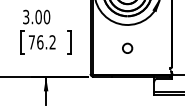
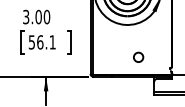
text at (41, 42): 76.2 -> 56.1
circle at (127, 47) position: (127, 47) -> (138, 56)
